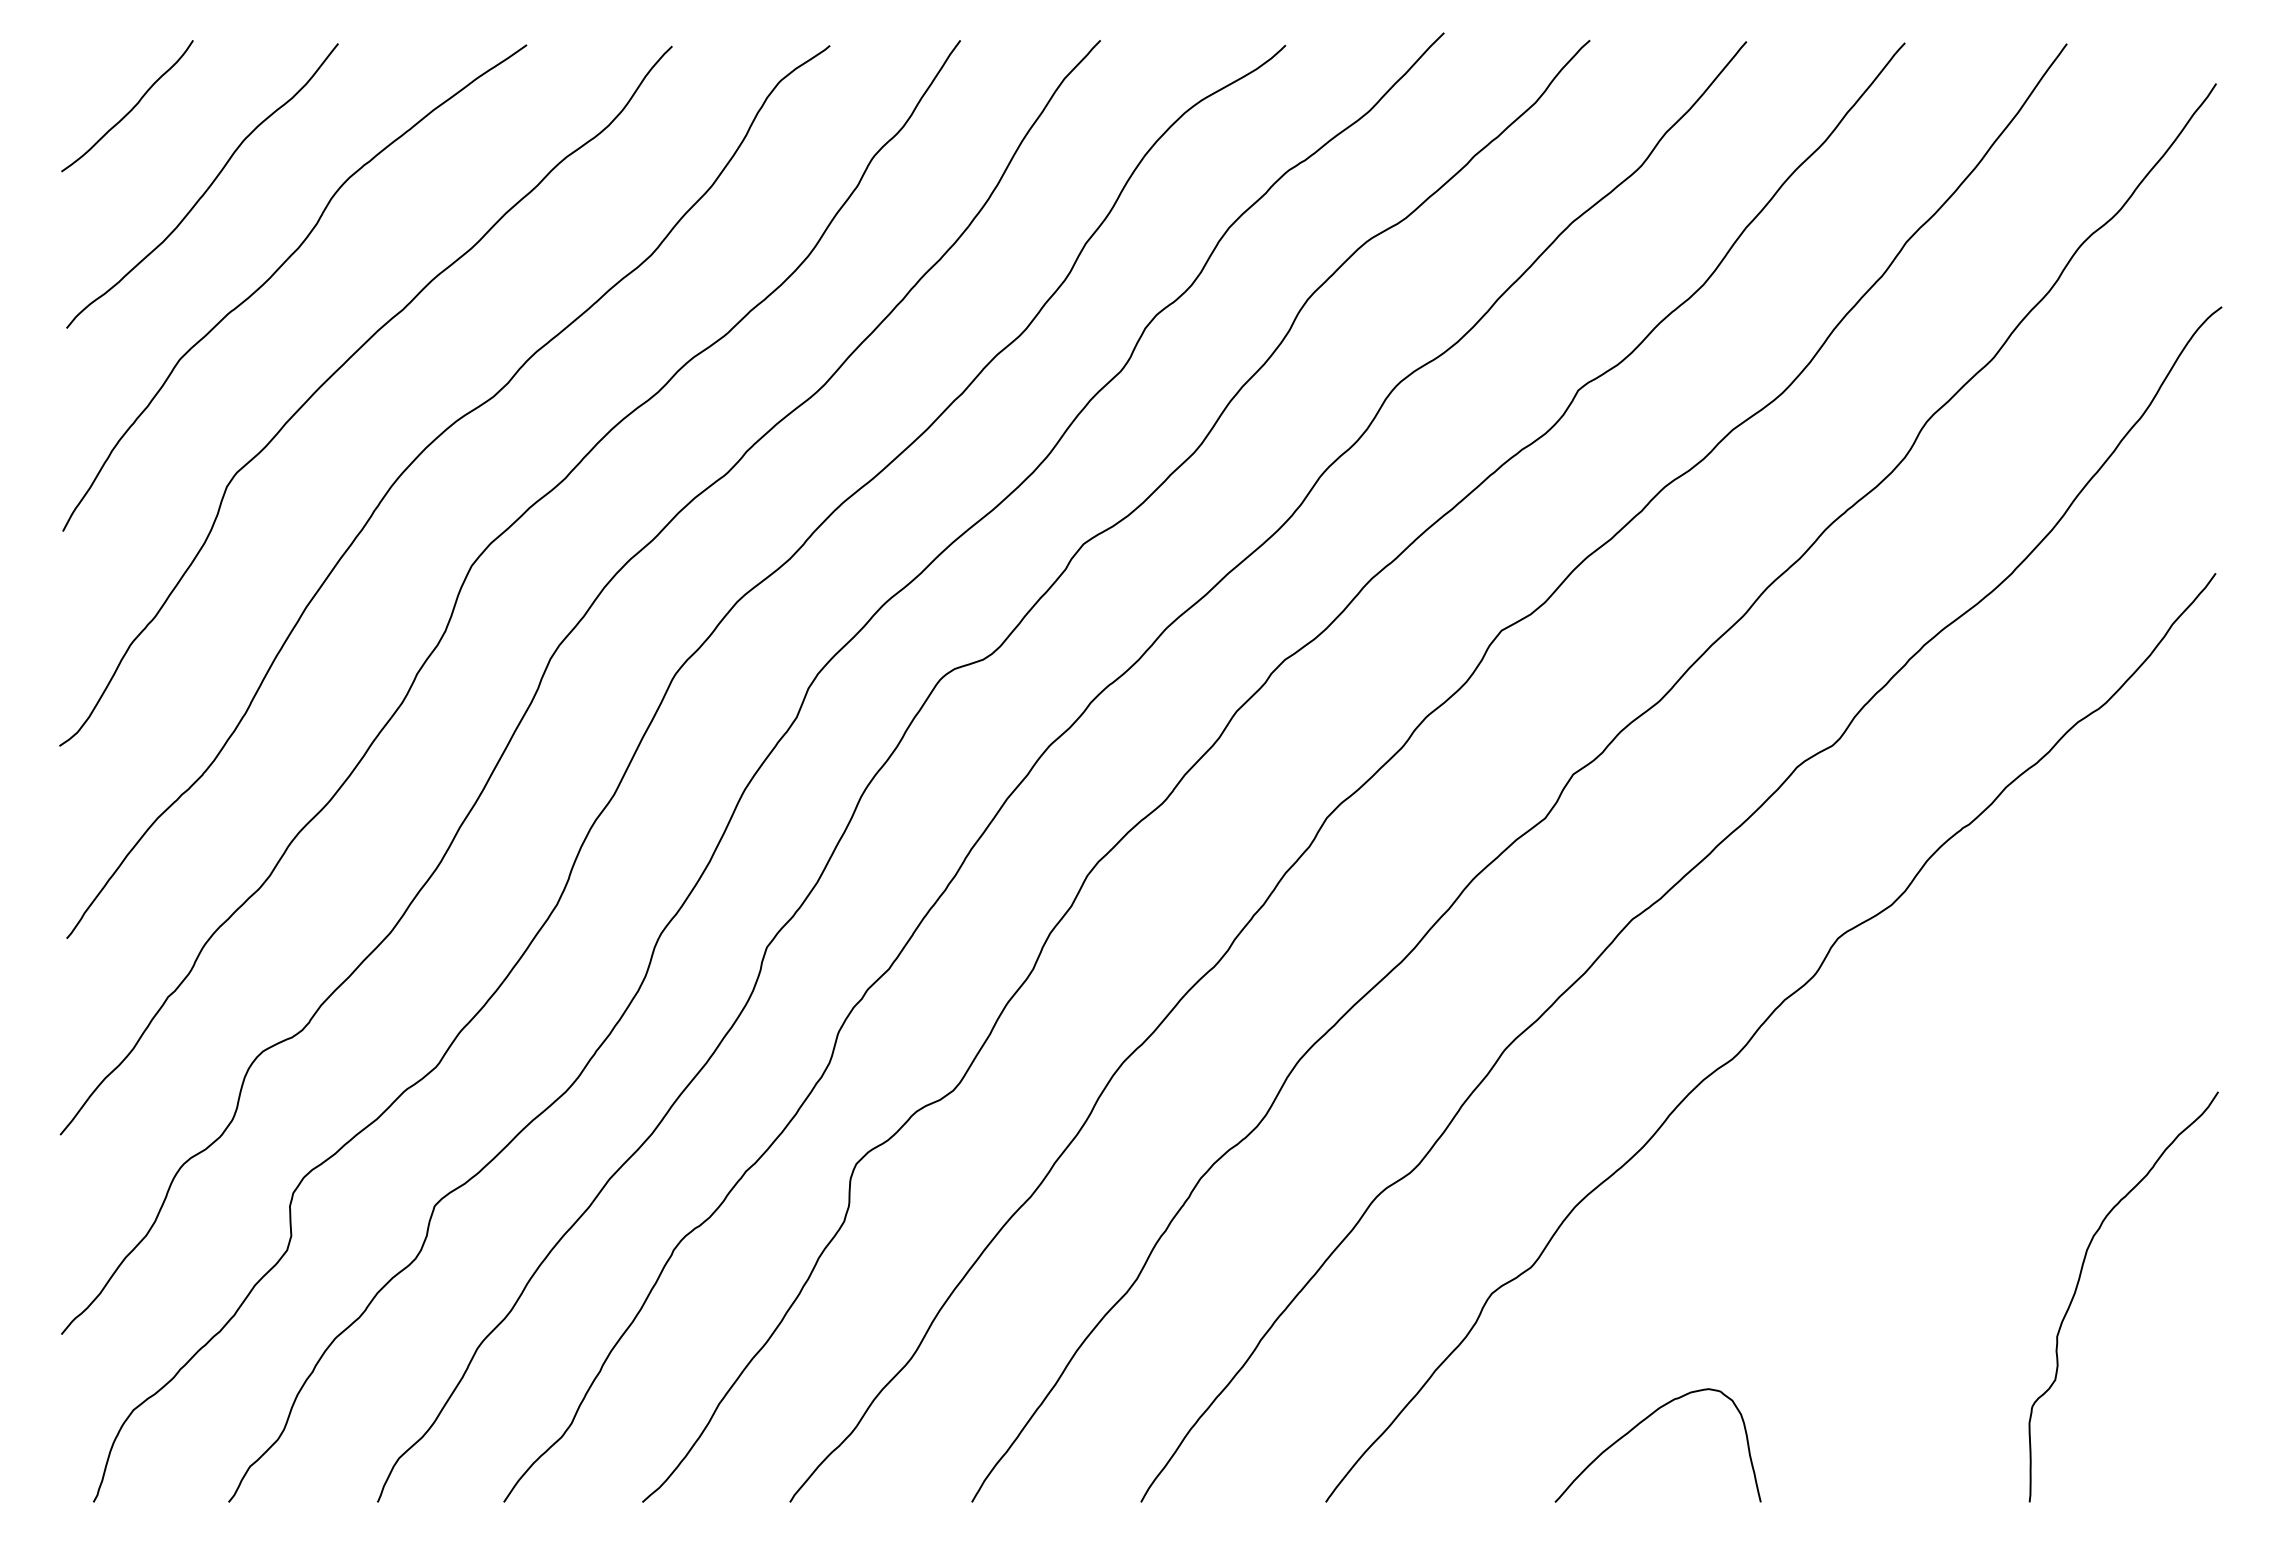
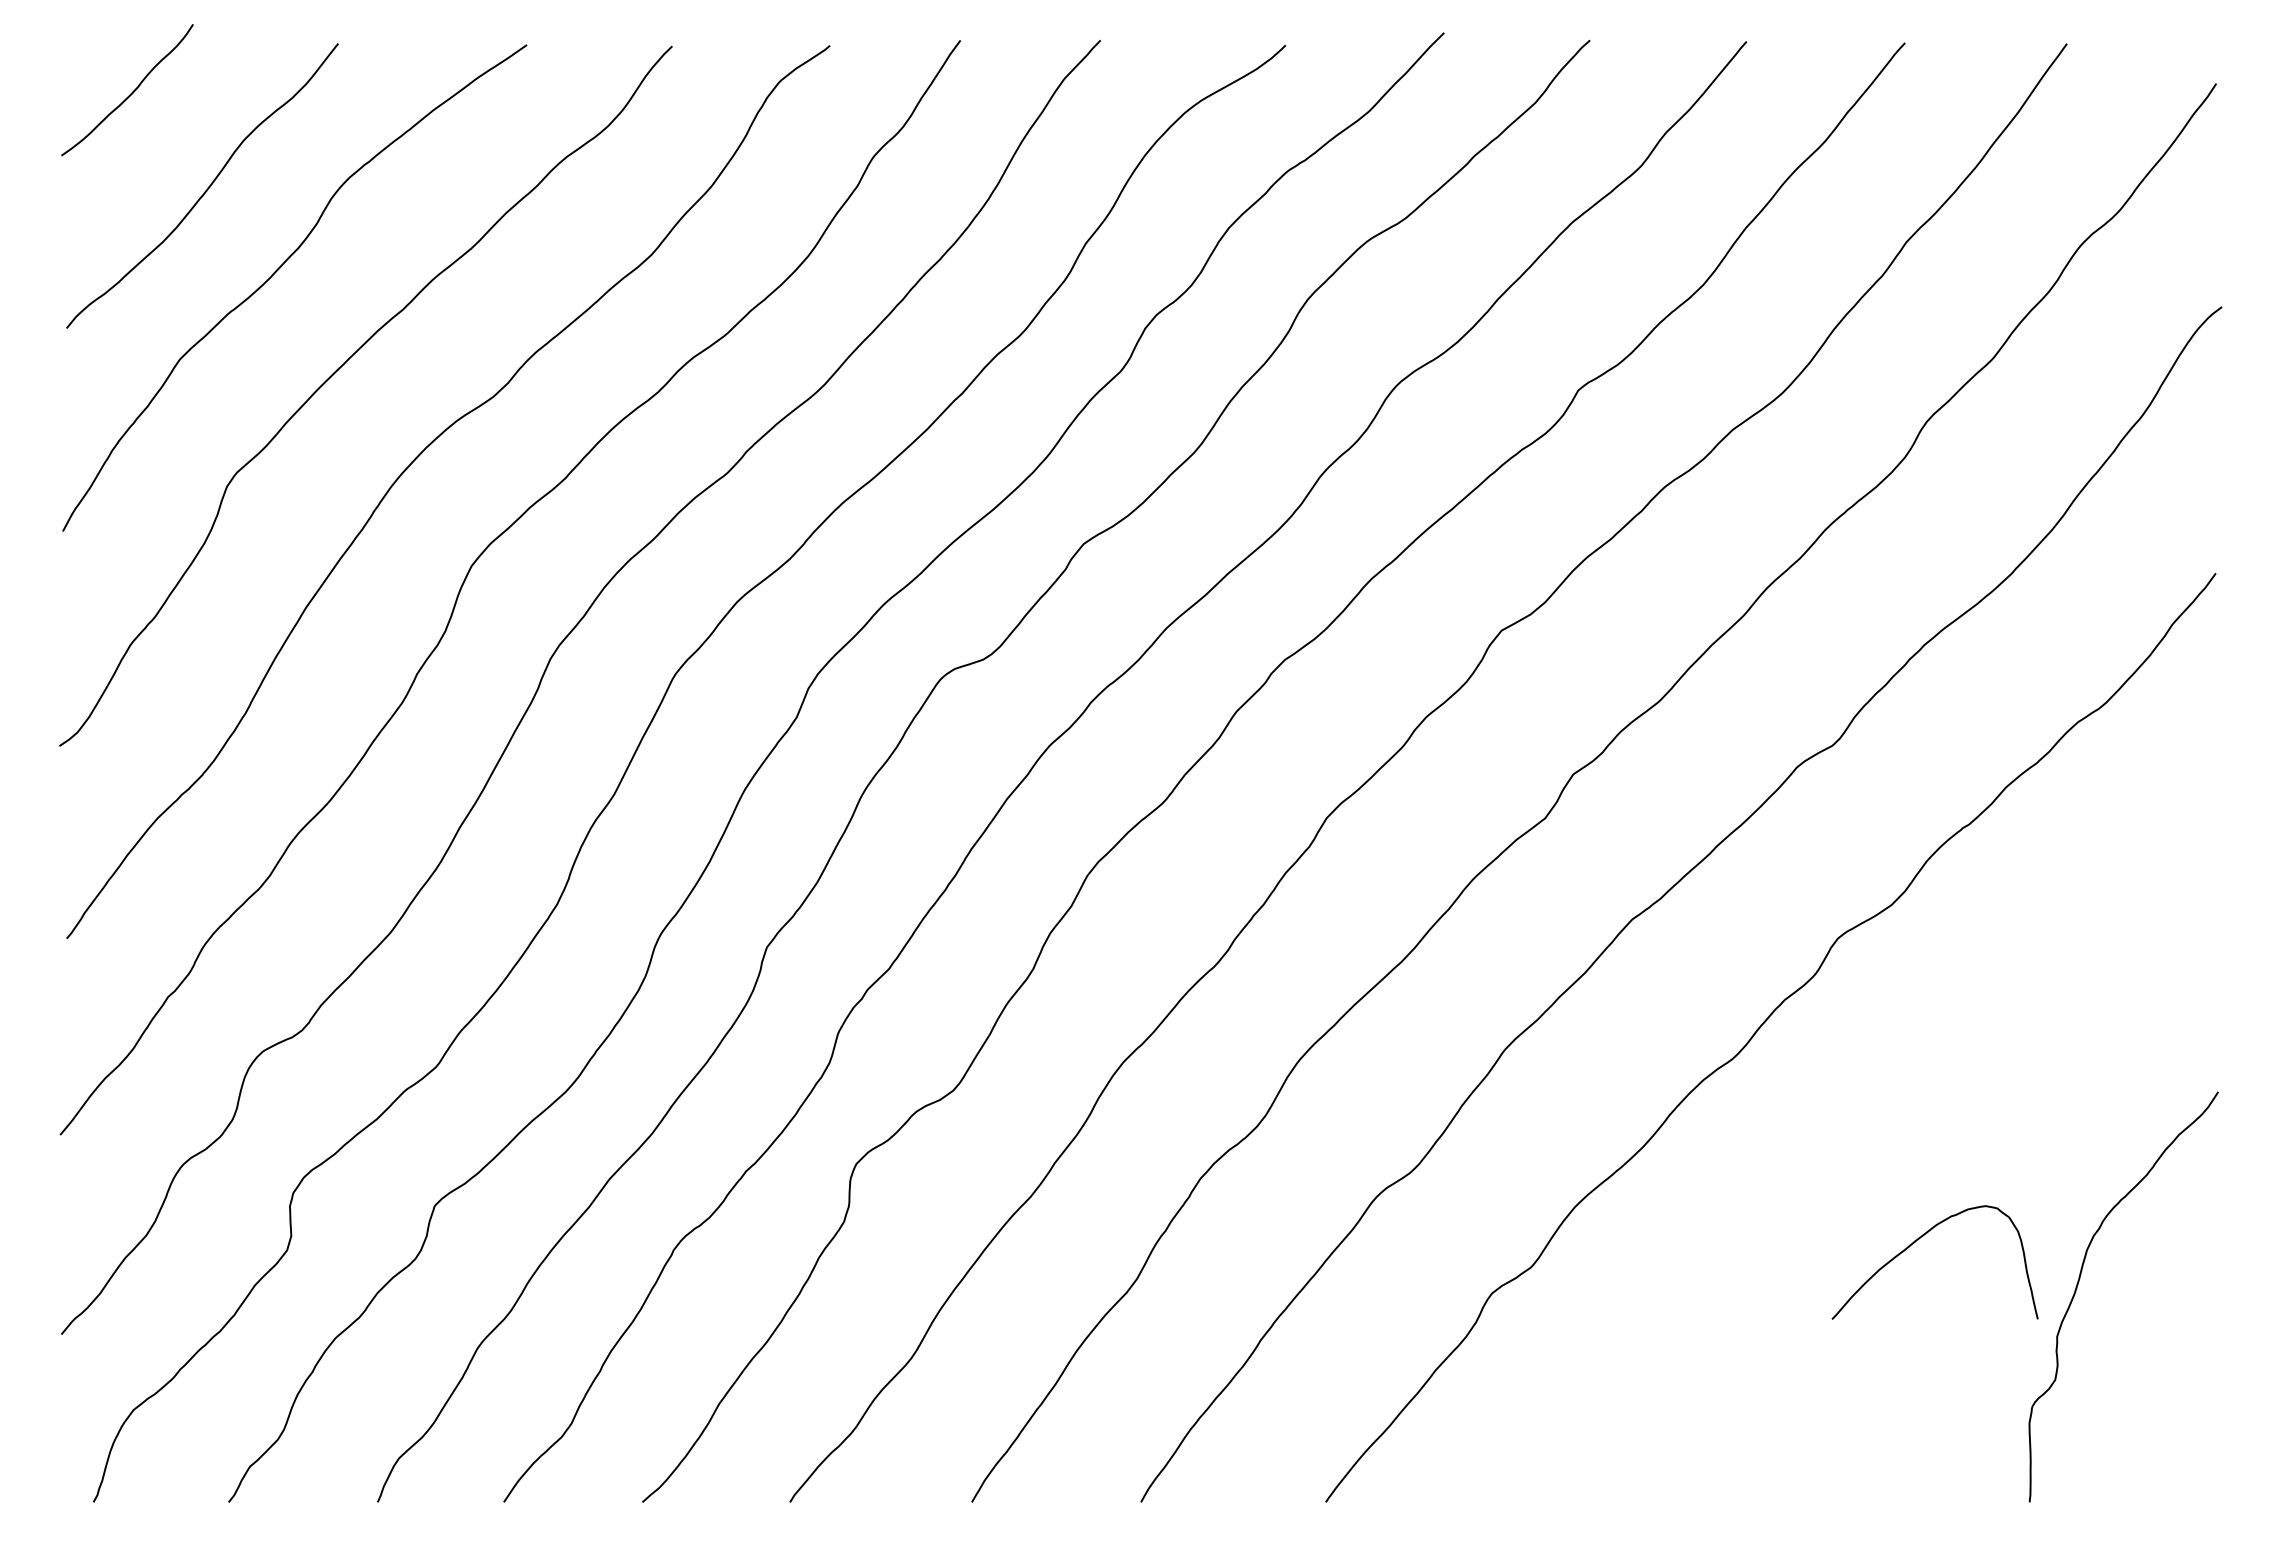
curve at (130, 109) position: (130, 109) -> (130, 93)
curve at (1642, 1422) position: (1642, 1422) -> (1919, 1239)
